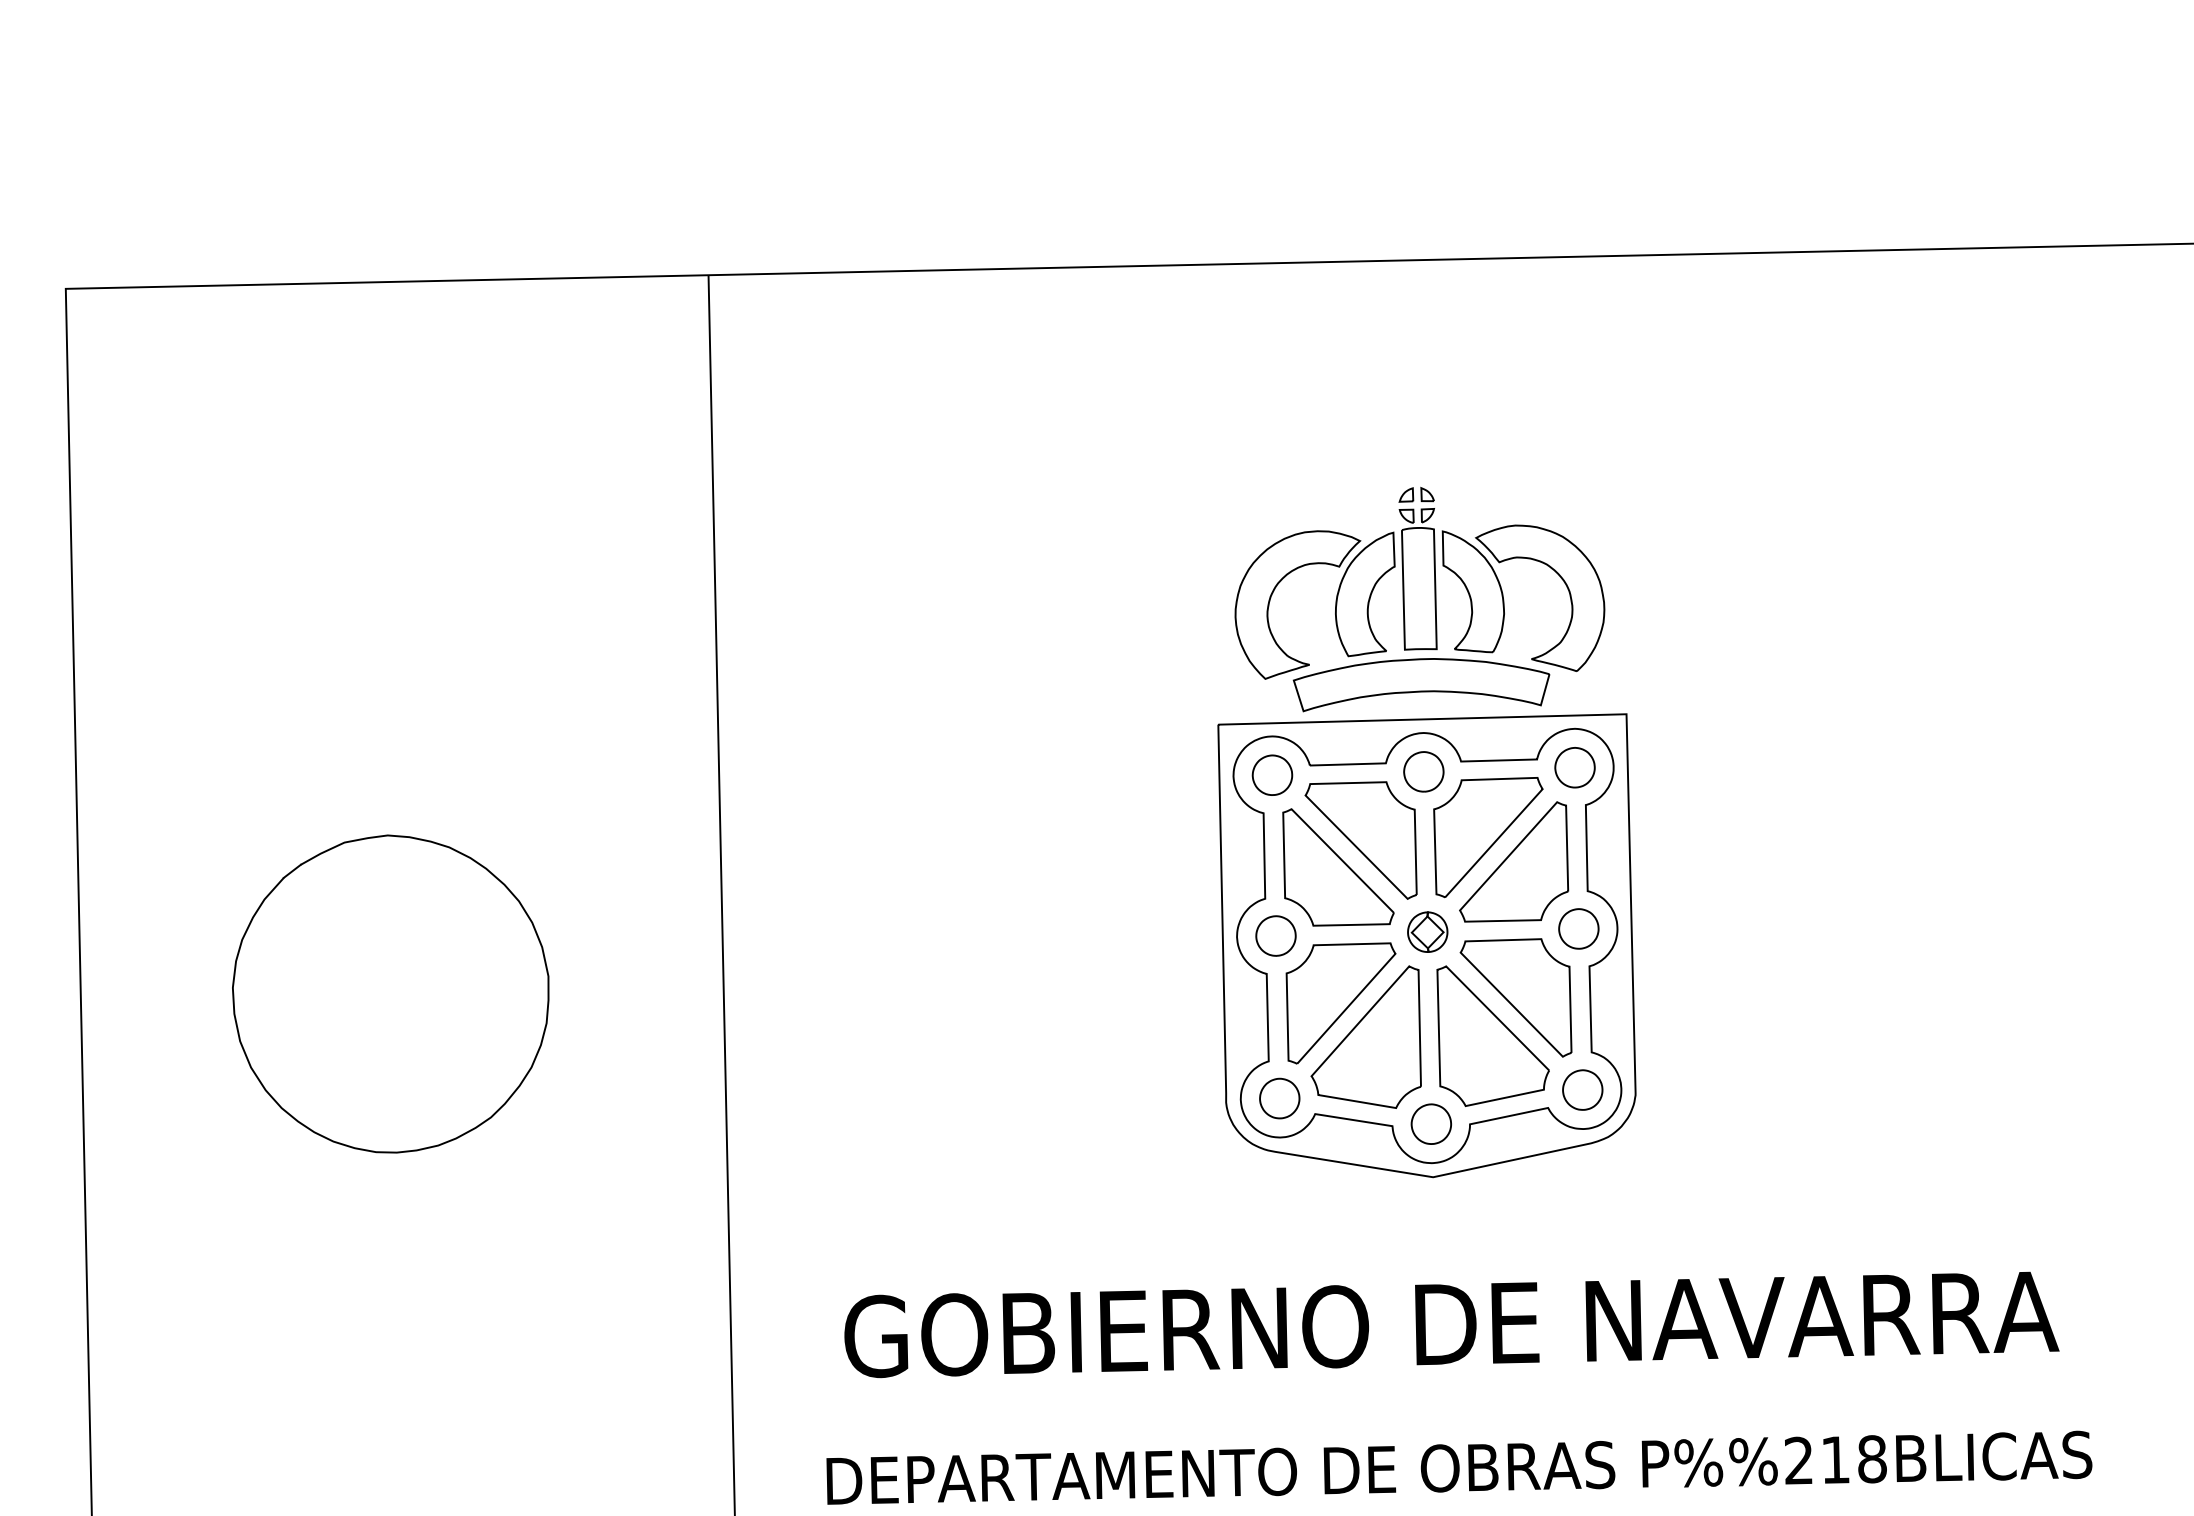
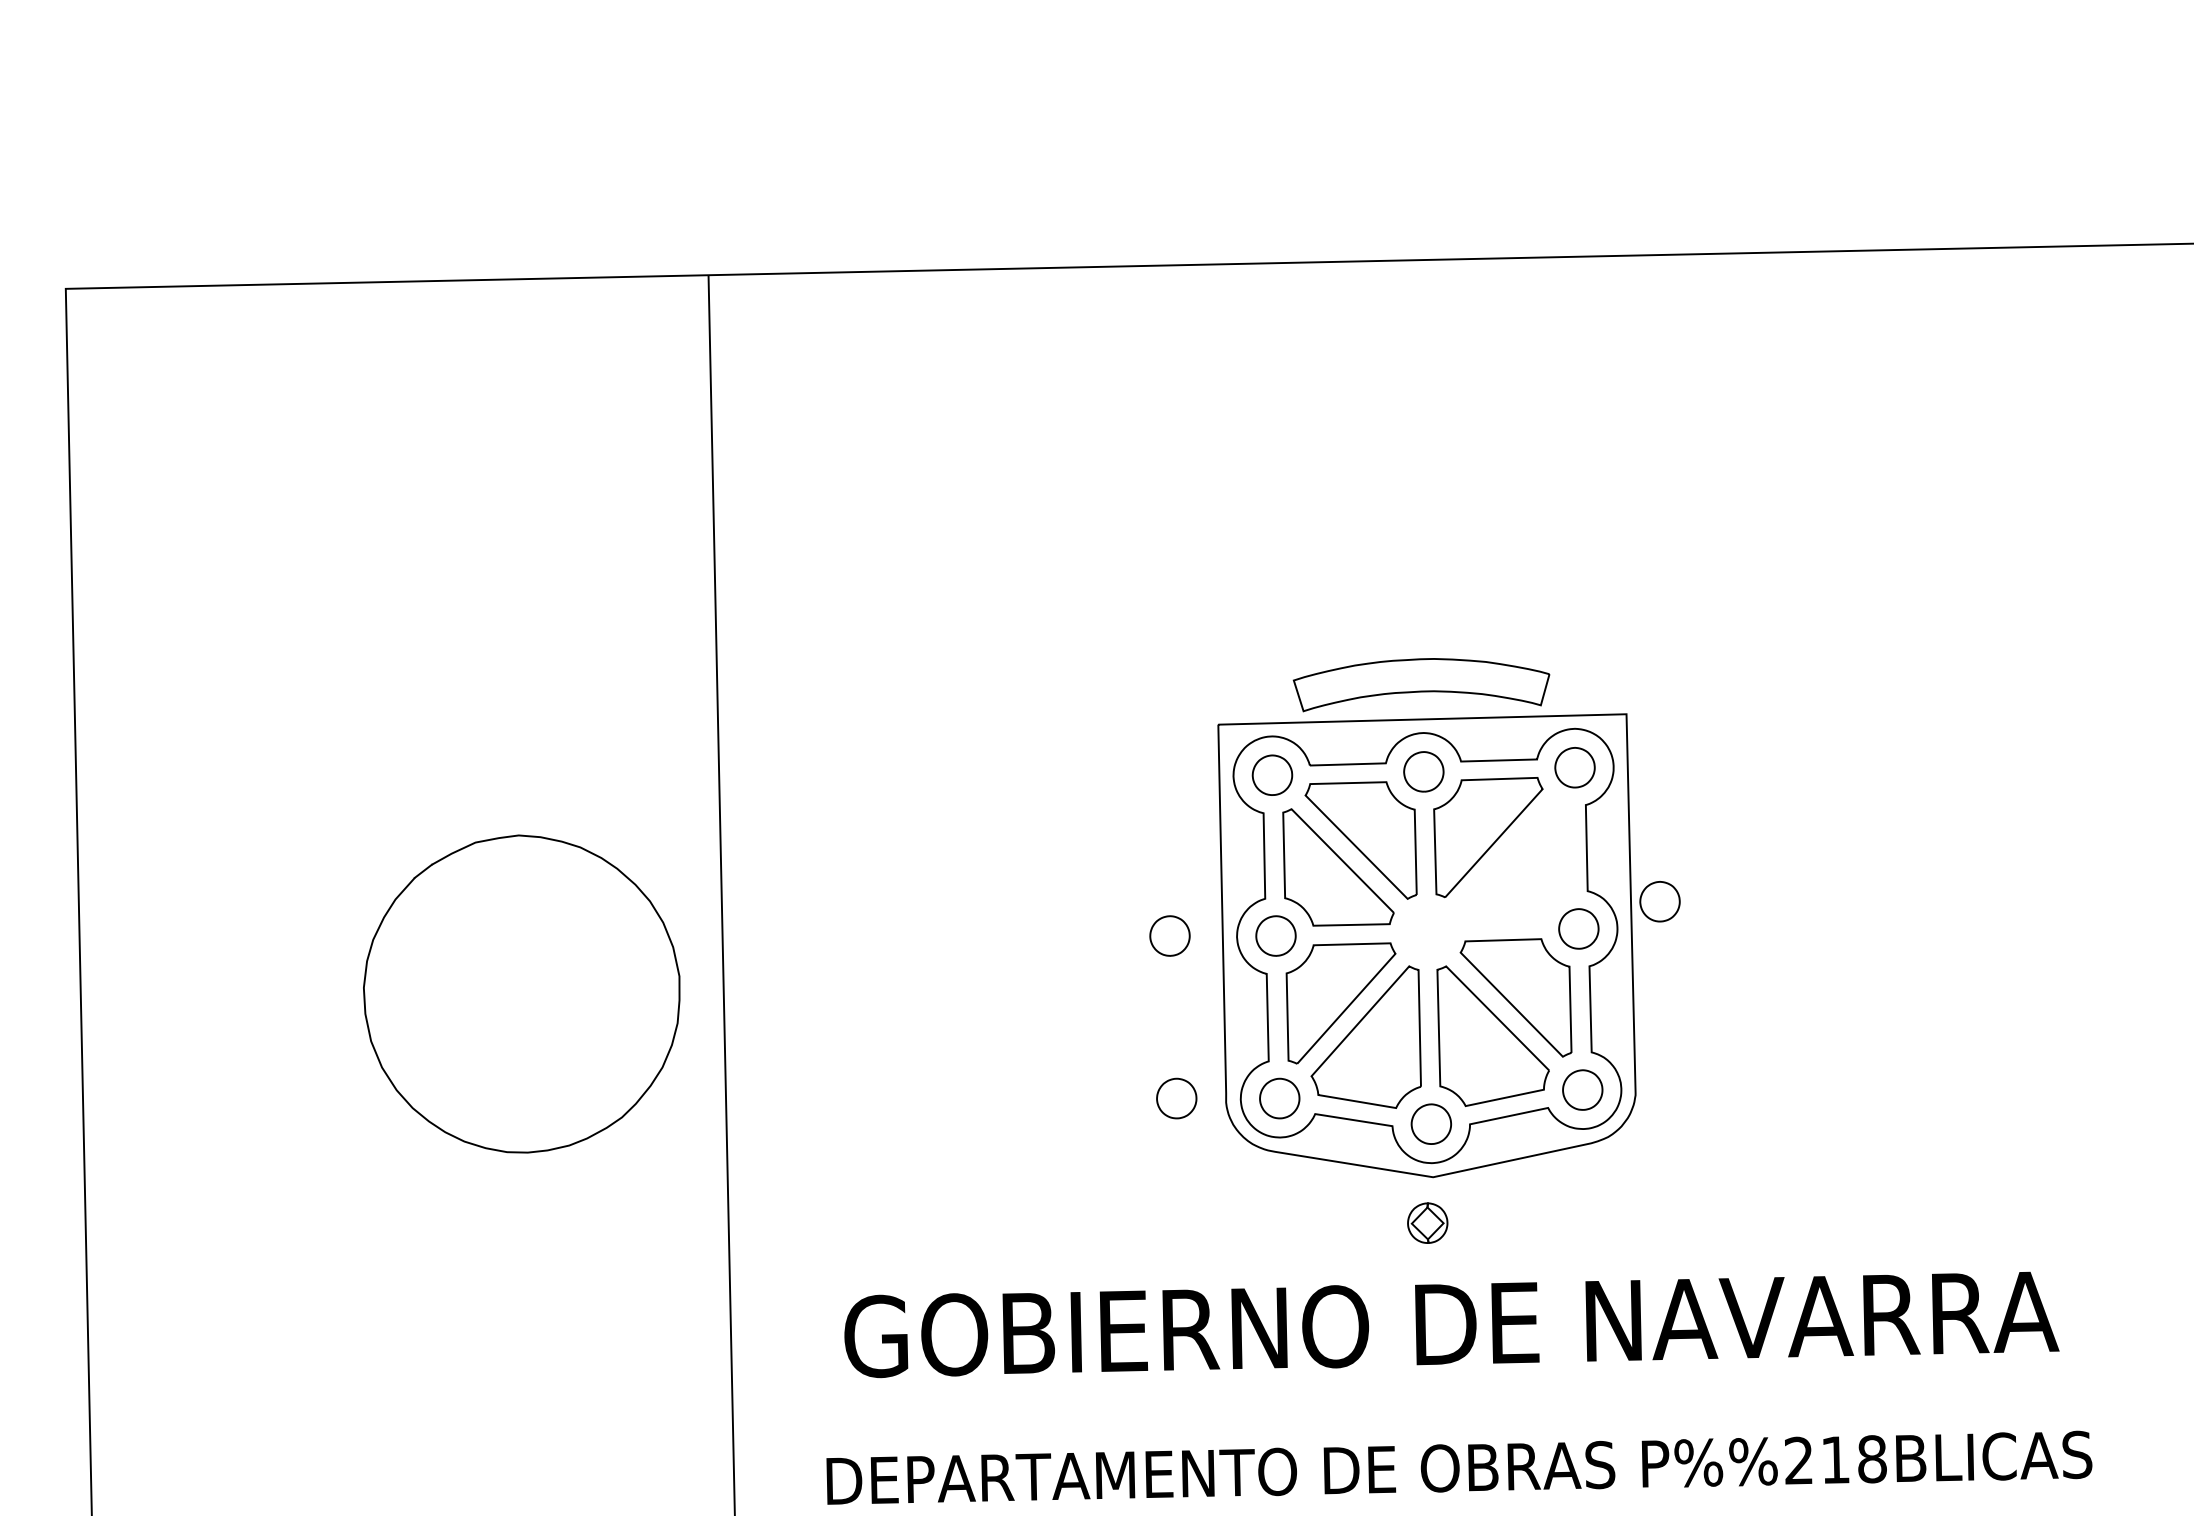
part at (1419, 582): present -> none
part at (1514, 861): present -> none
part at (1659, 901): none -> present
part at (1427, 931) position: (1427, 931) -> (1427, 1222)
part at (1169, 935): none -> present
part at (390, 993) position: (390, 993) -> (521, 993)
part at (1176, 1098): none -> present
